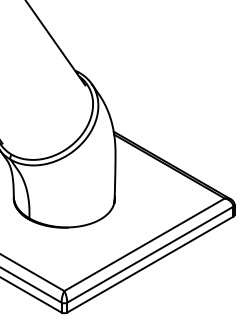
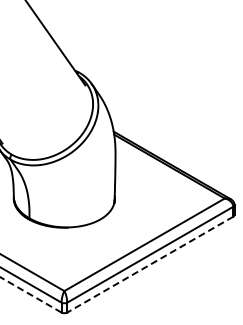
line at (150, 264): solid -> dashed
line at (30, 294): solid -> dashed
